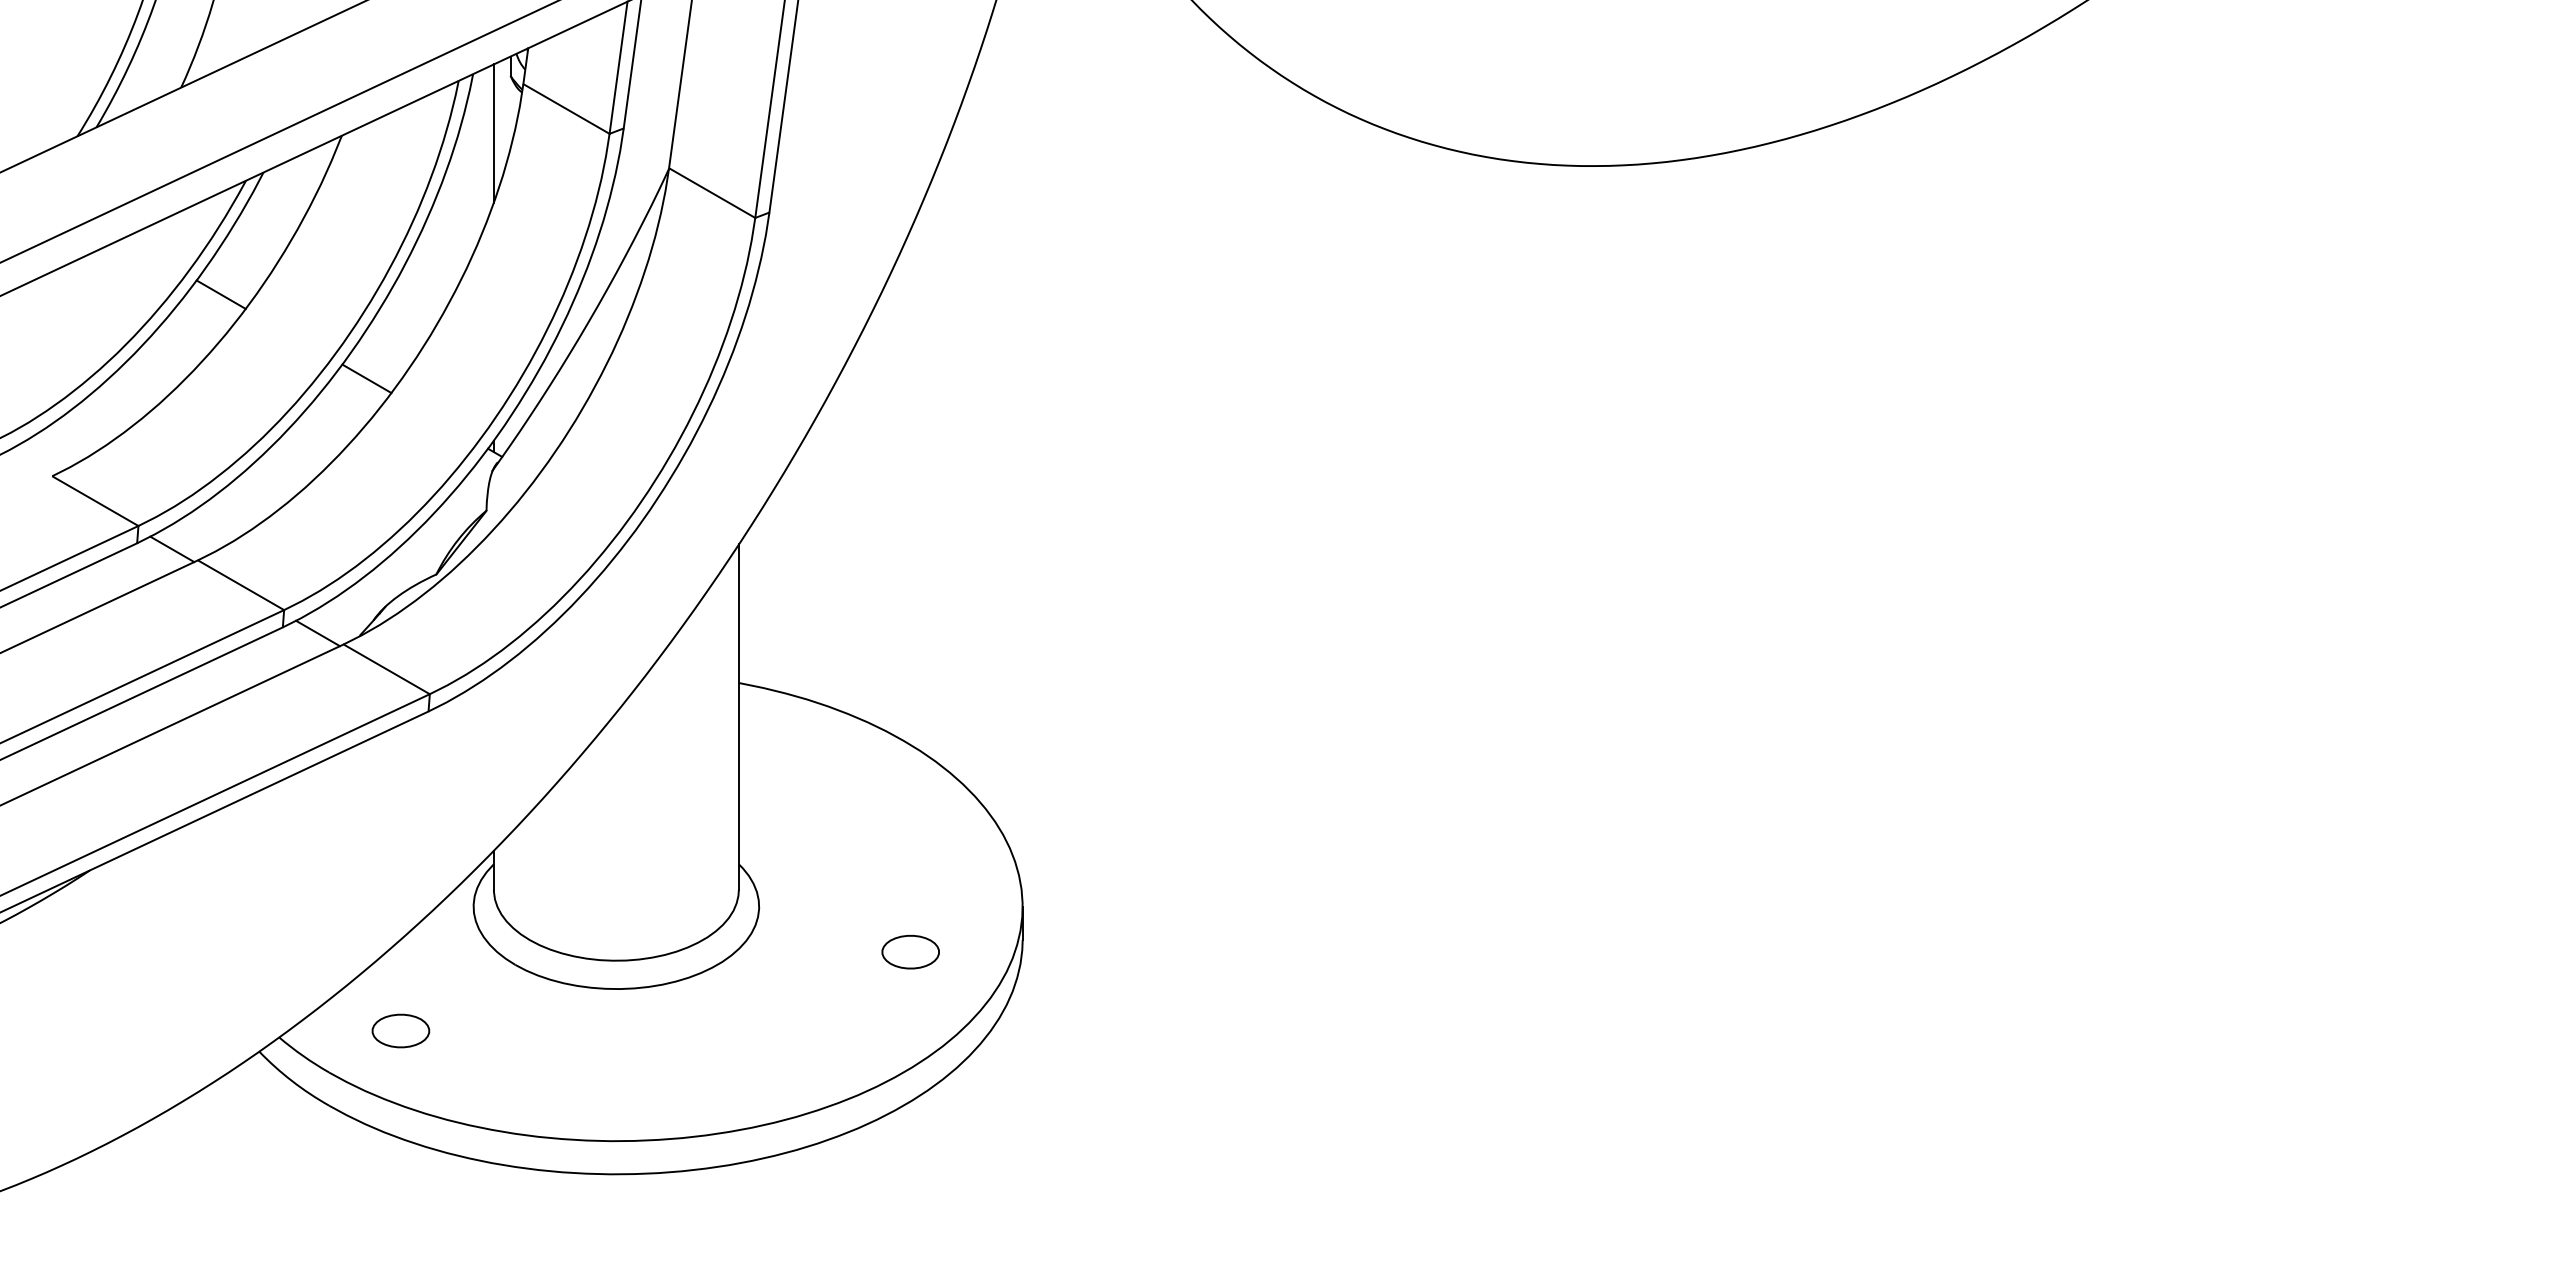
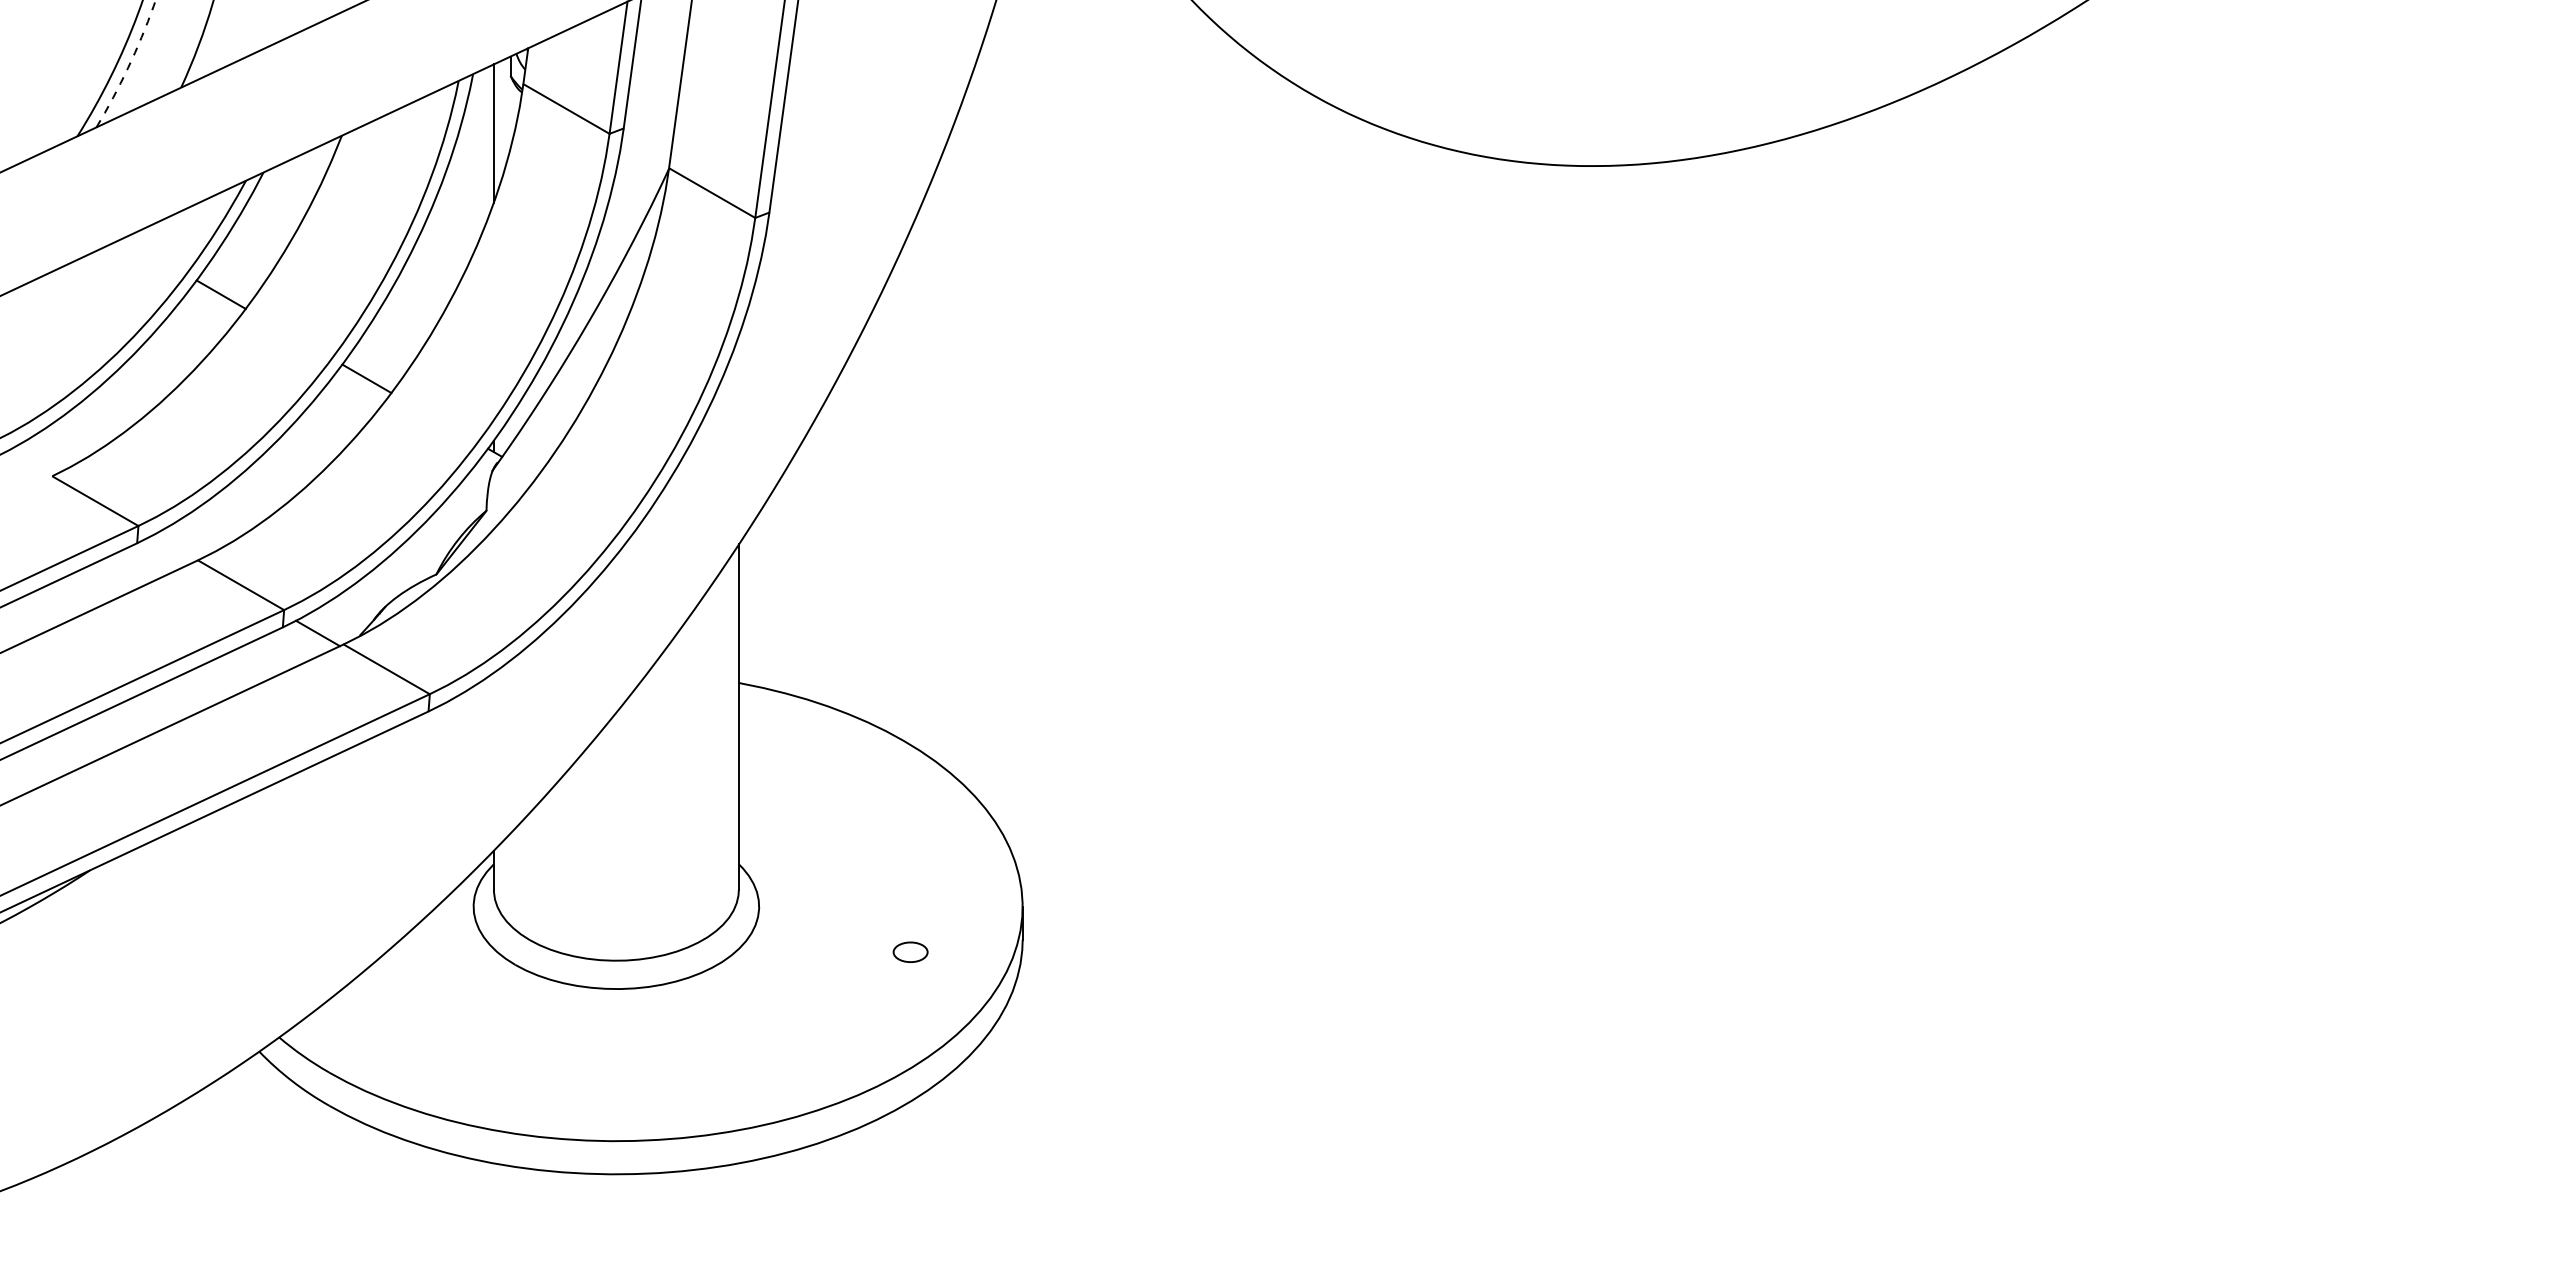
arc at (129, 65): solid -> dashed
line at (278, 131): present -> none
line at (172, 549): present -> none
part at (910, 952) size: 59x35 px -> 37x22 px
part at (400, 1030): present -> none
